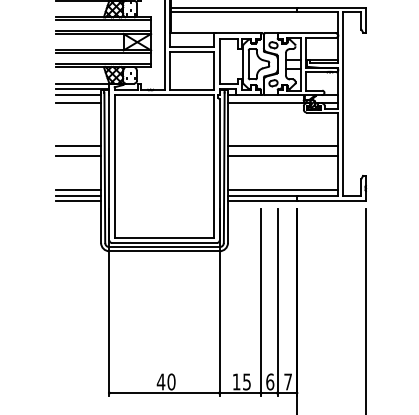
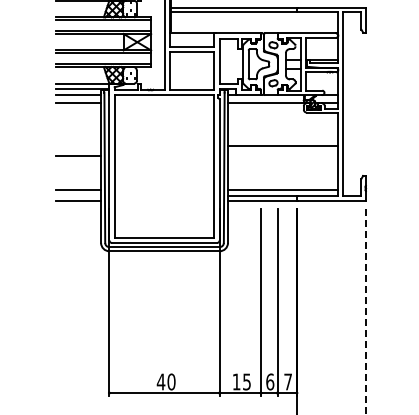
line at (78, 146): present -> none
line at (282, 155): present -> none
line at (78, 196): present -> none
line at (365, 312): solid -> dashed
